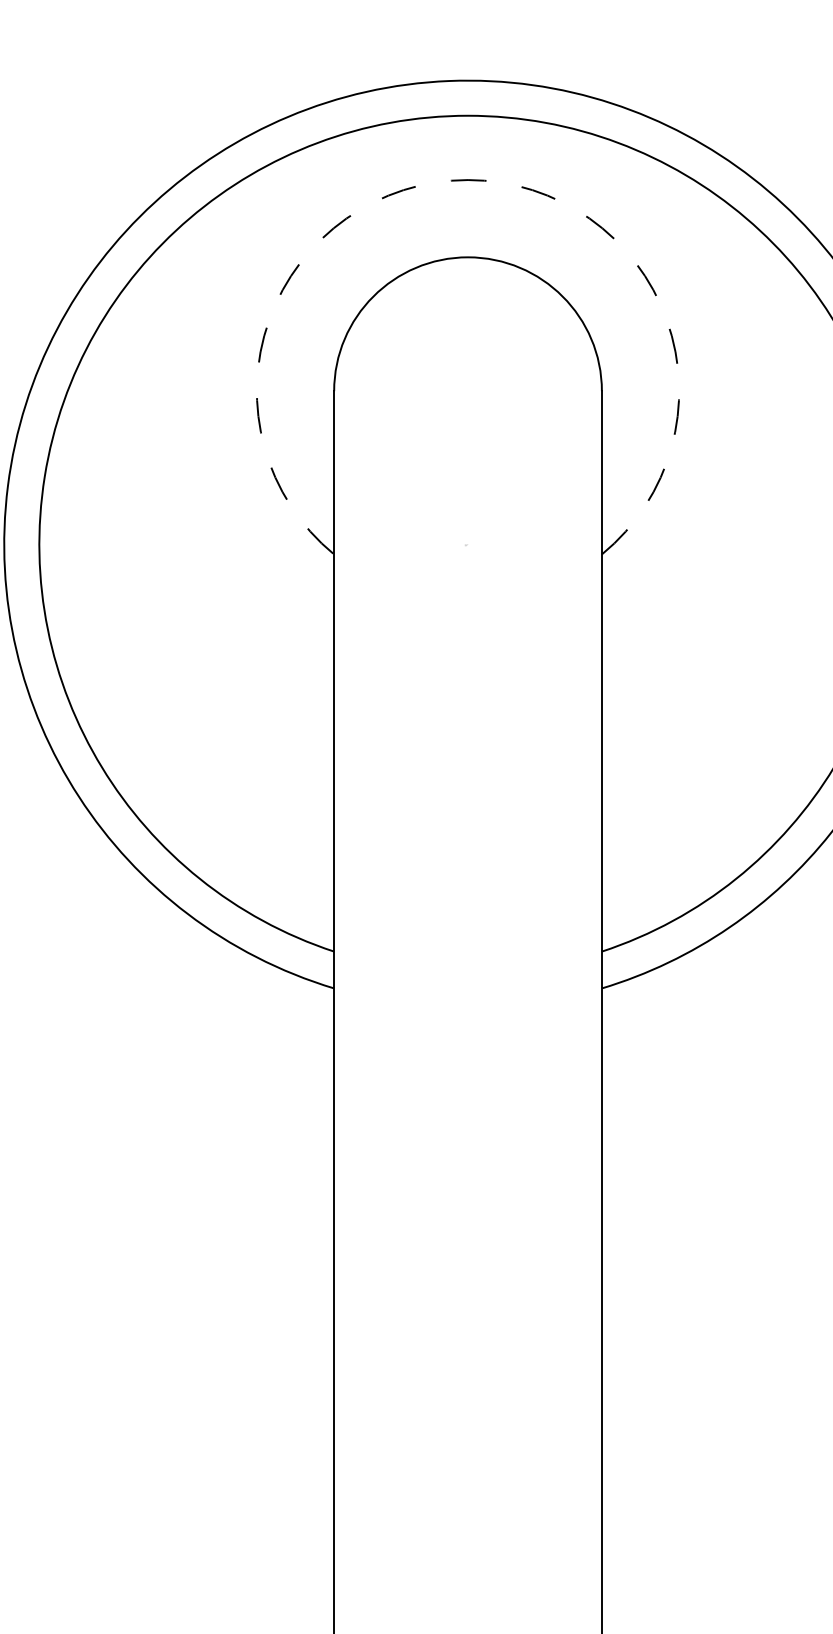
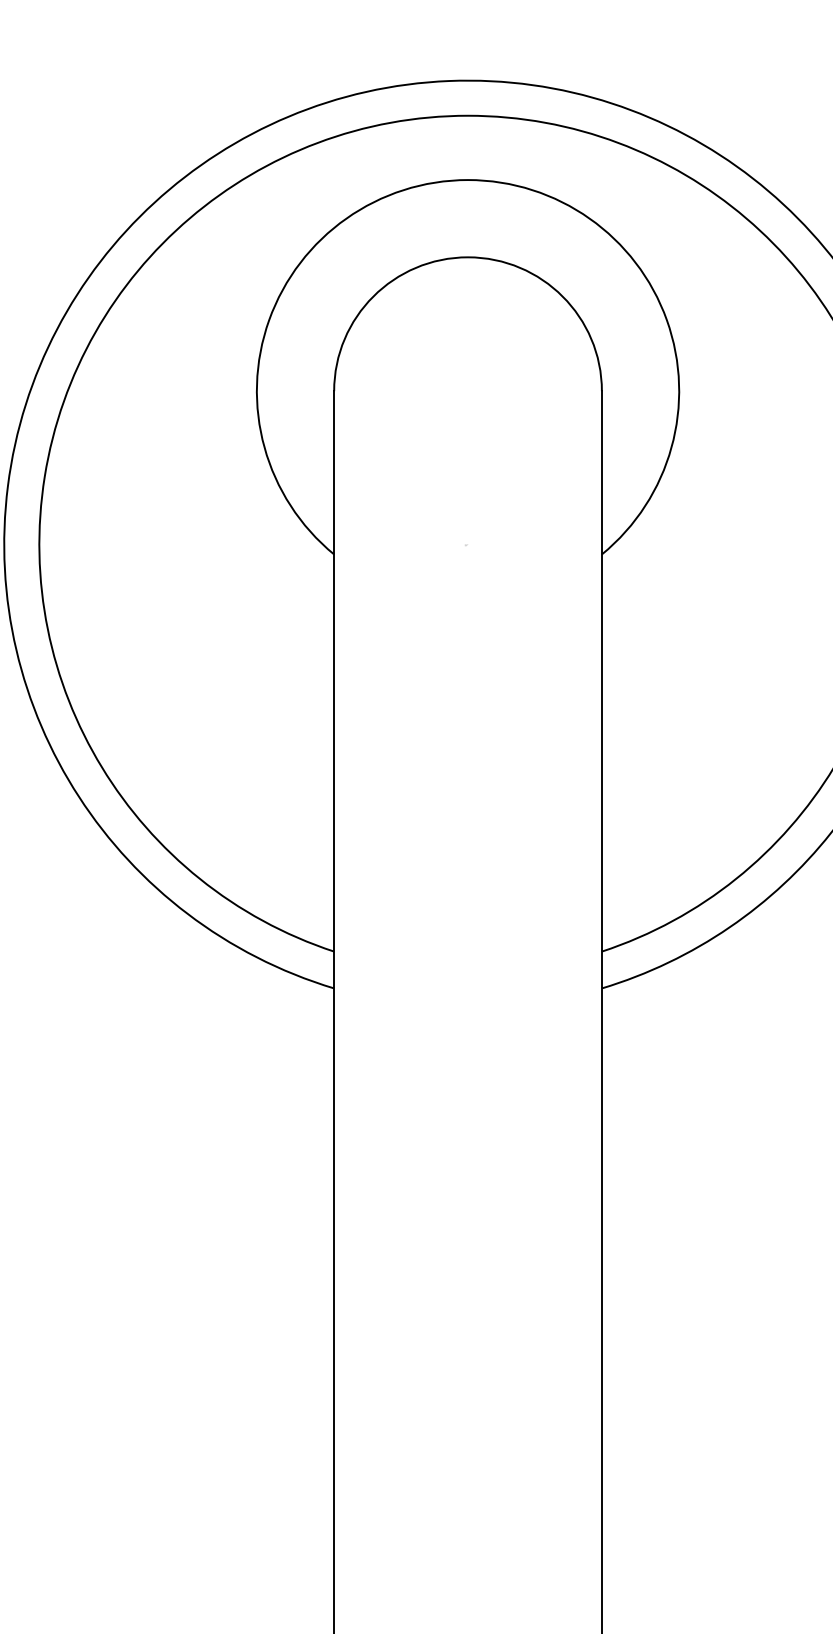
arc at (468, 180): dashed -> solid
